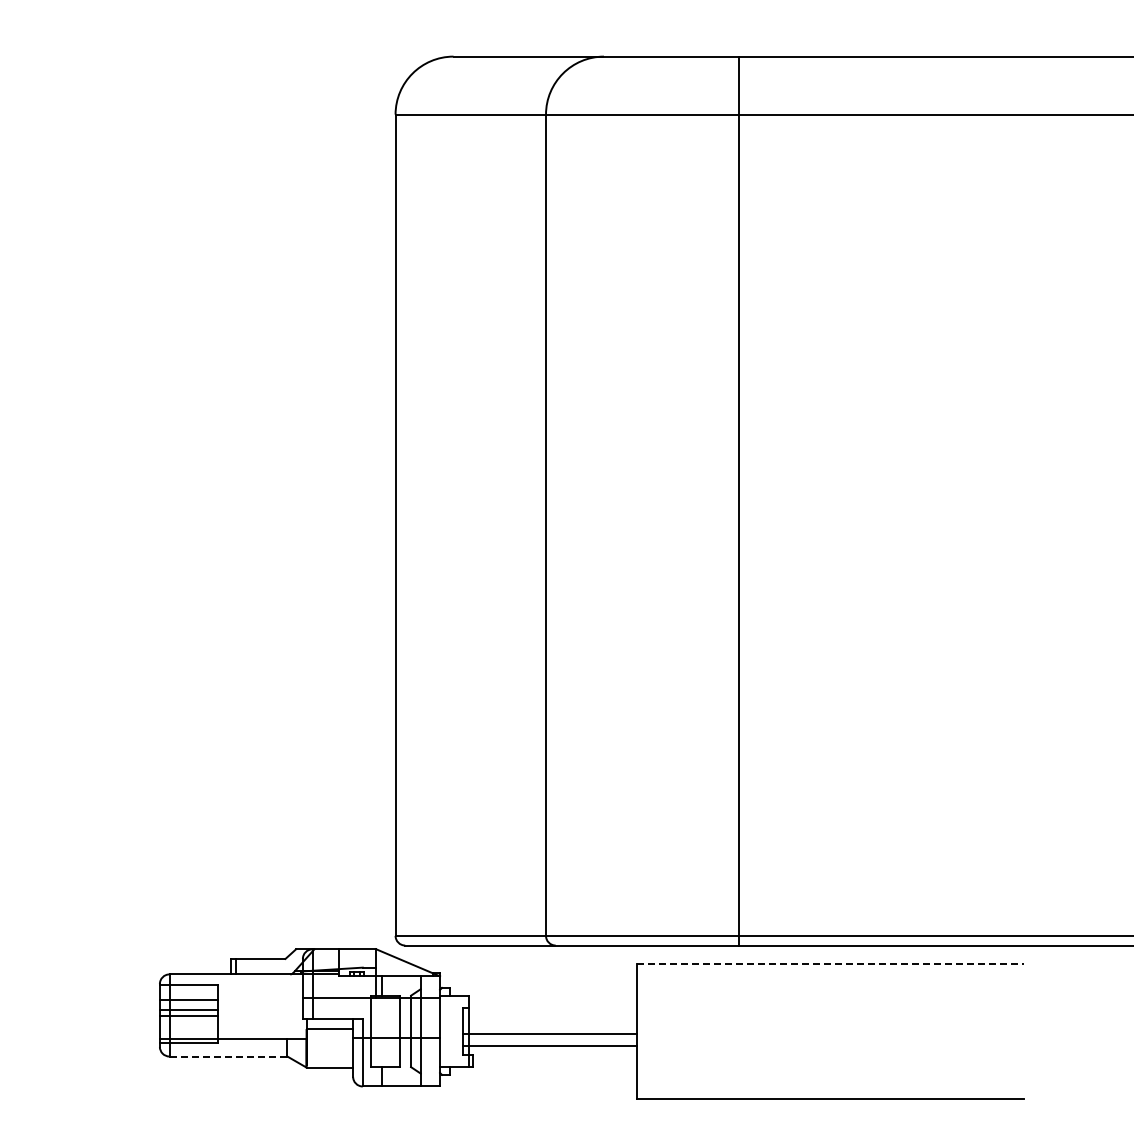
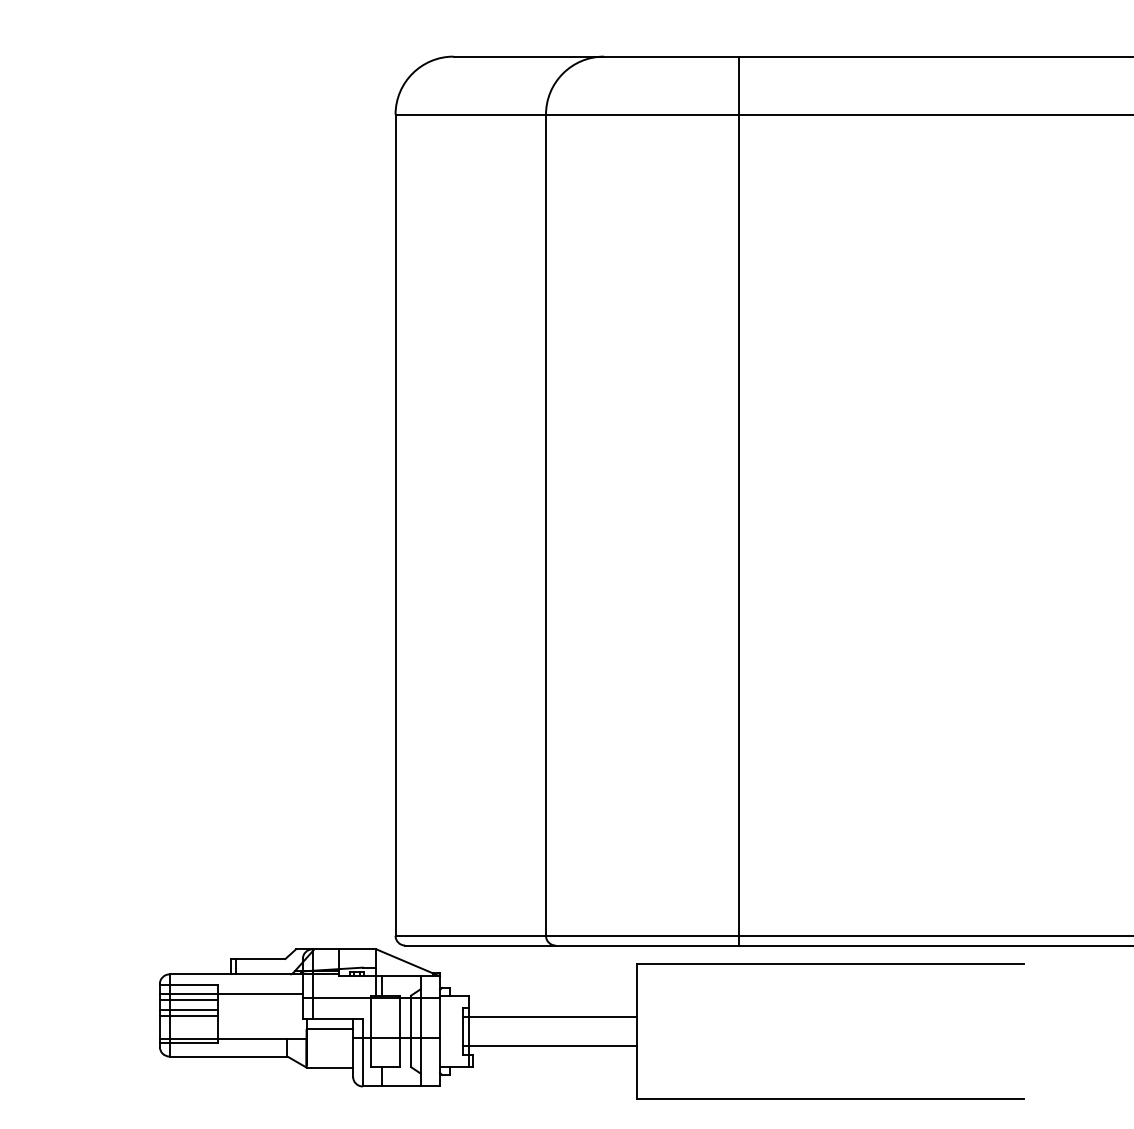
line at (830, 963): dashed -> solid
line at (230, 993): none -> present
line at (550, 1033) position: (550, 1033) -> (550, 1016)
line at (228, 1056): dashed -> solid
